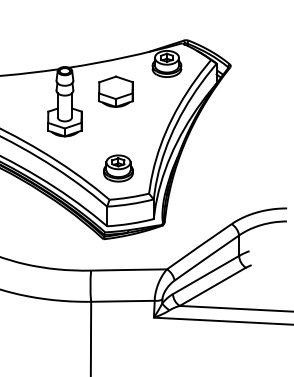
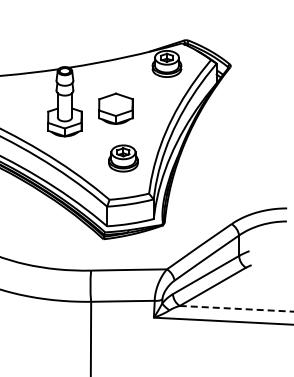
part at (115, 91) position: (115, 91) -> (115, 108)
part at (118, 168) position: (118, 168) -> (123, 158)
line at (236, 308): solid -> dashed
